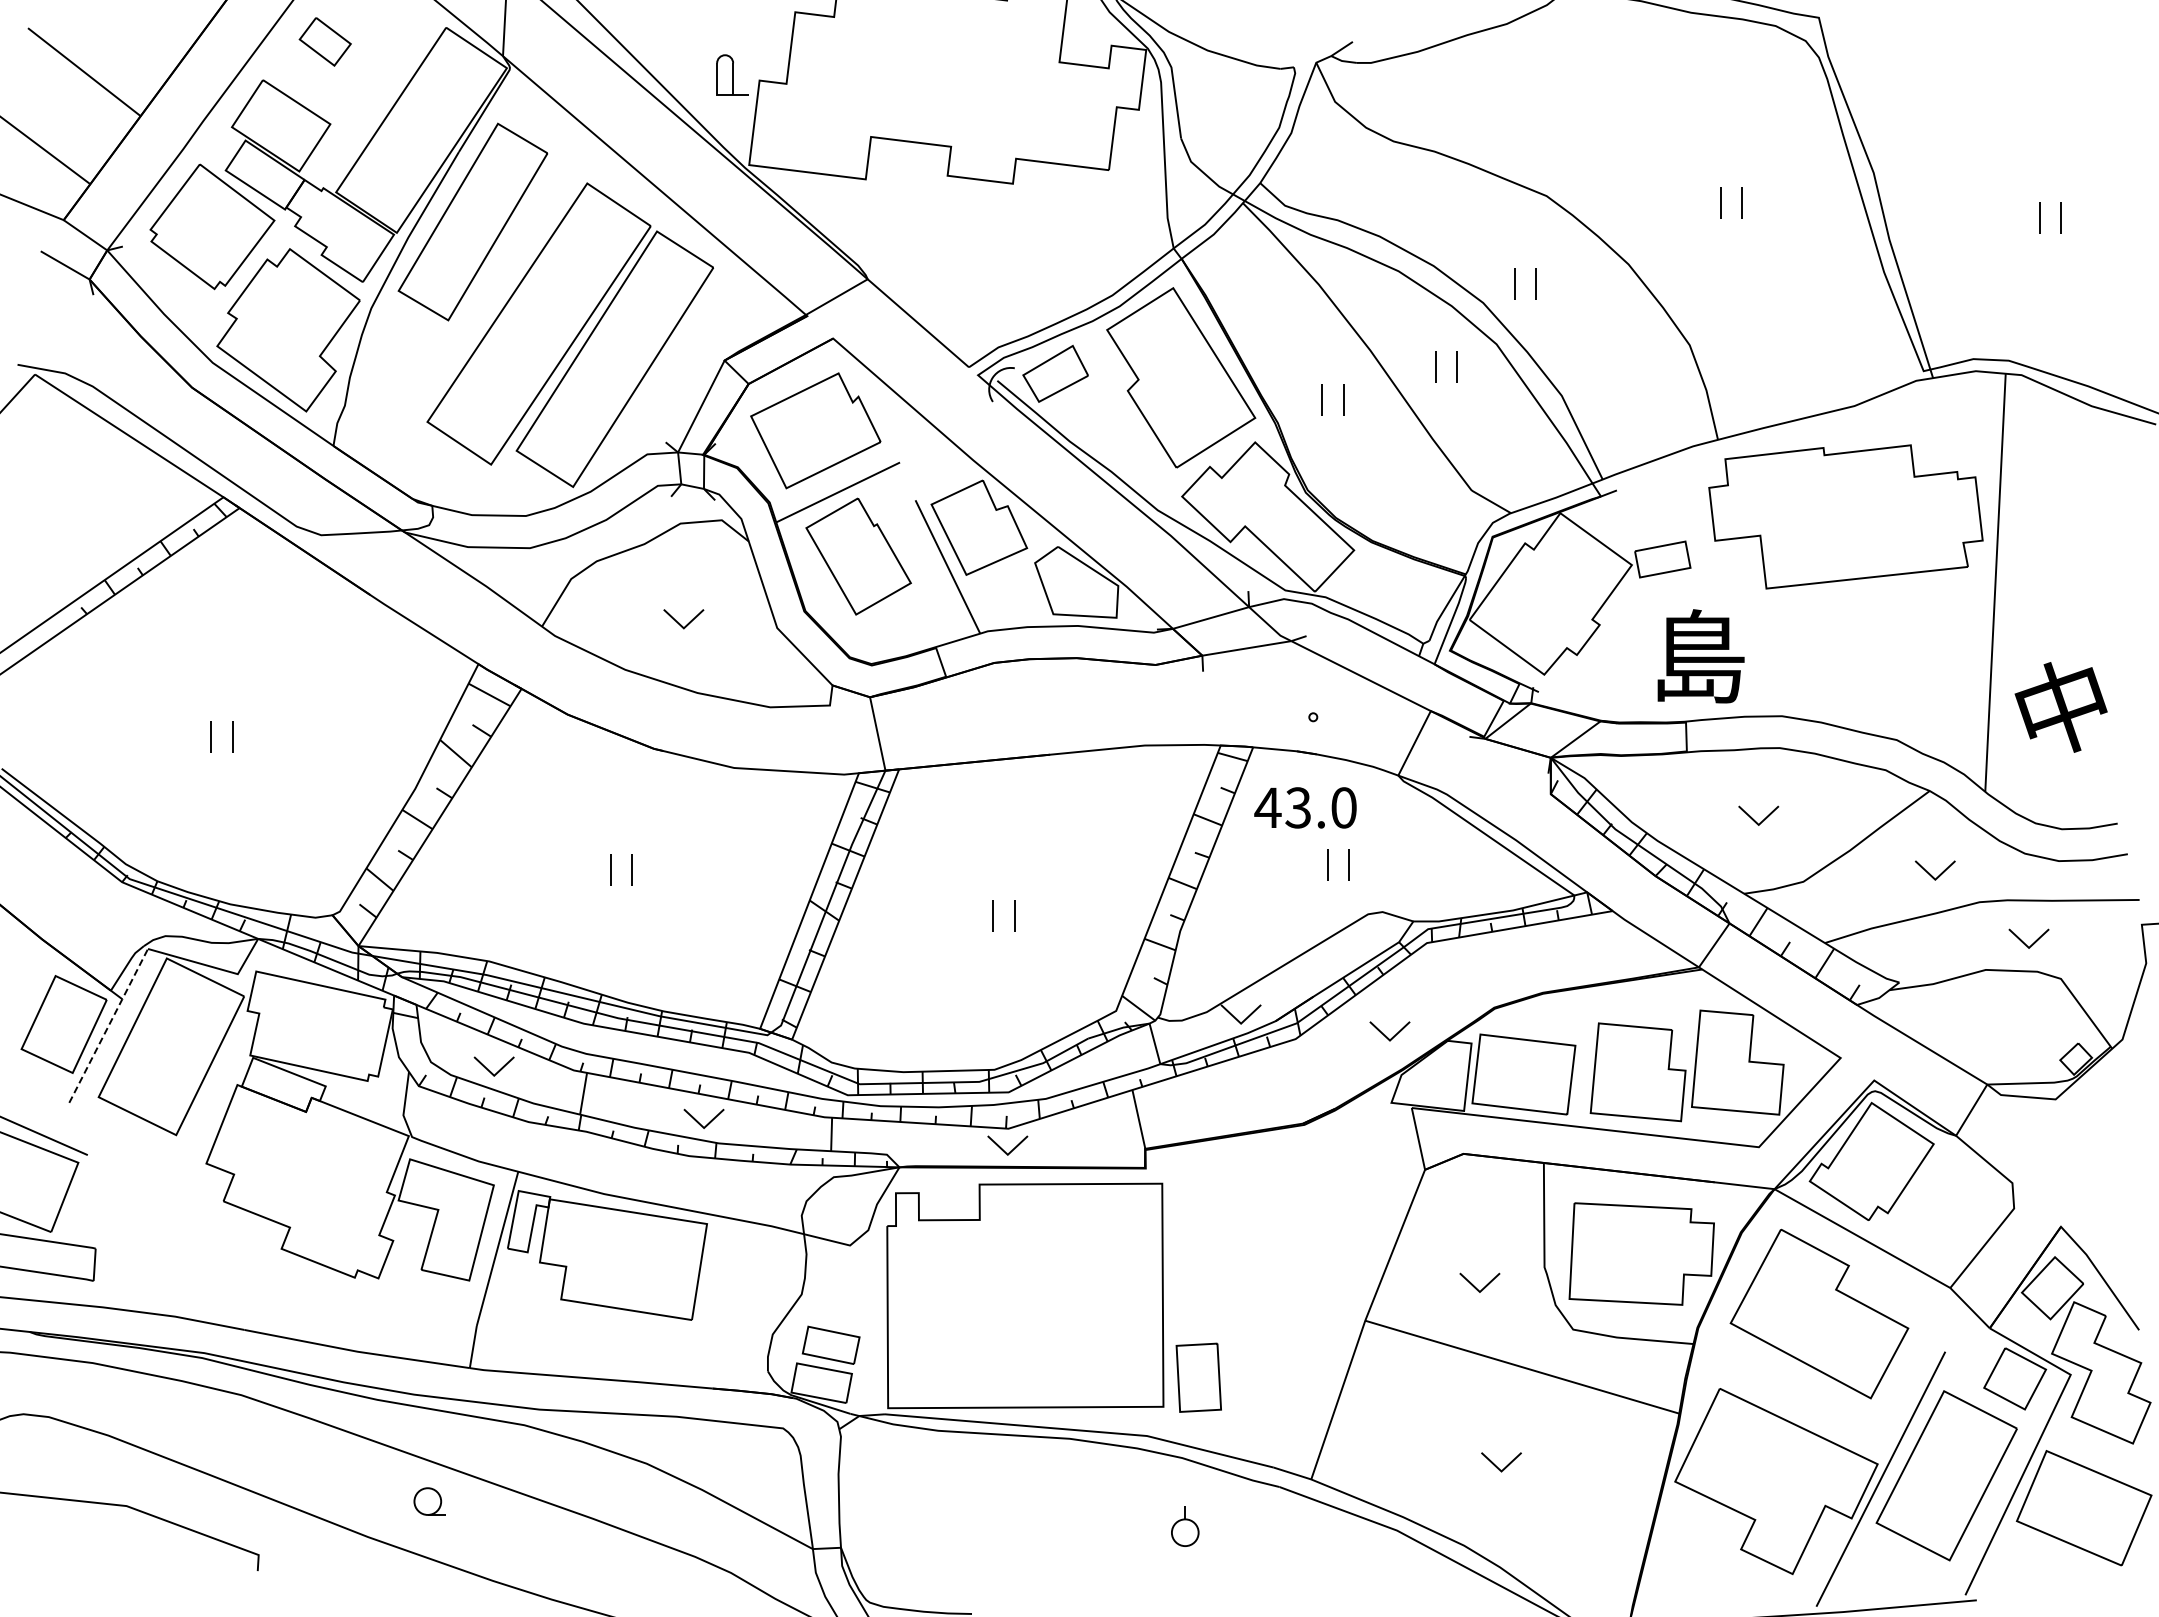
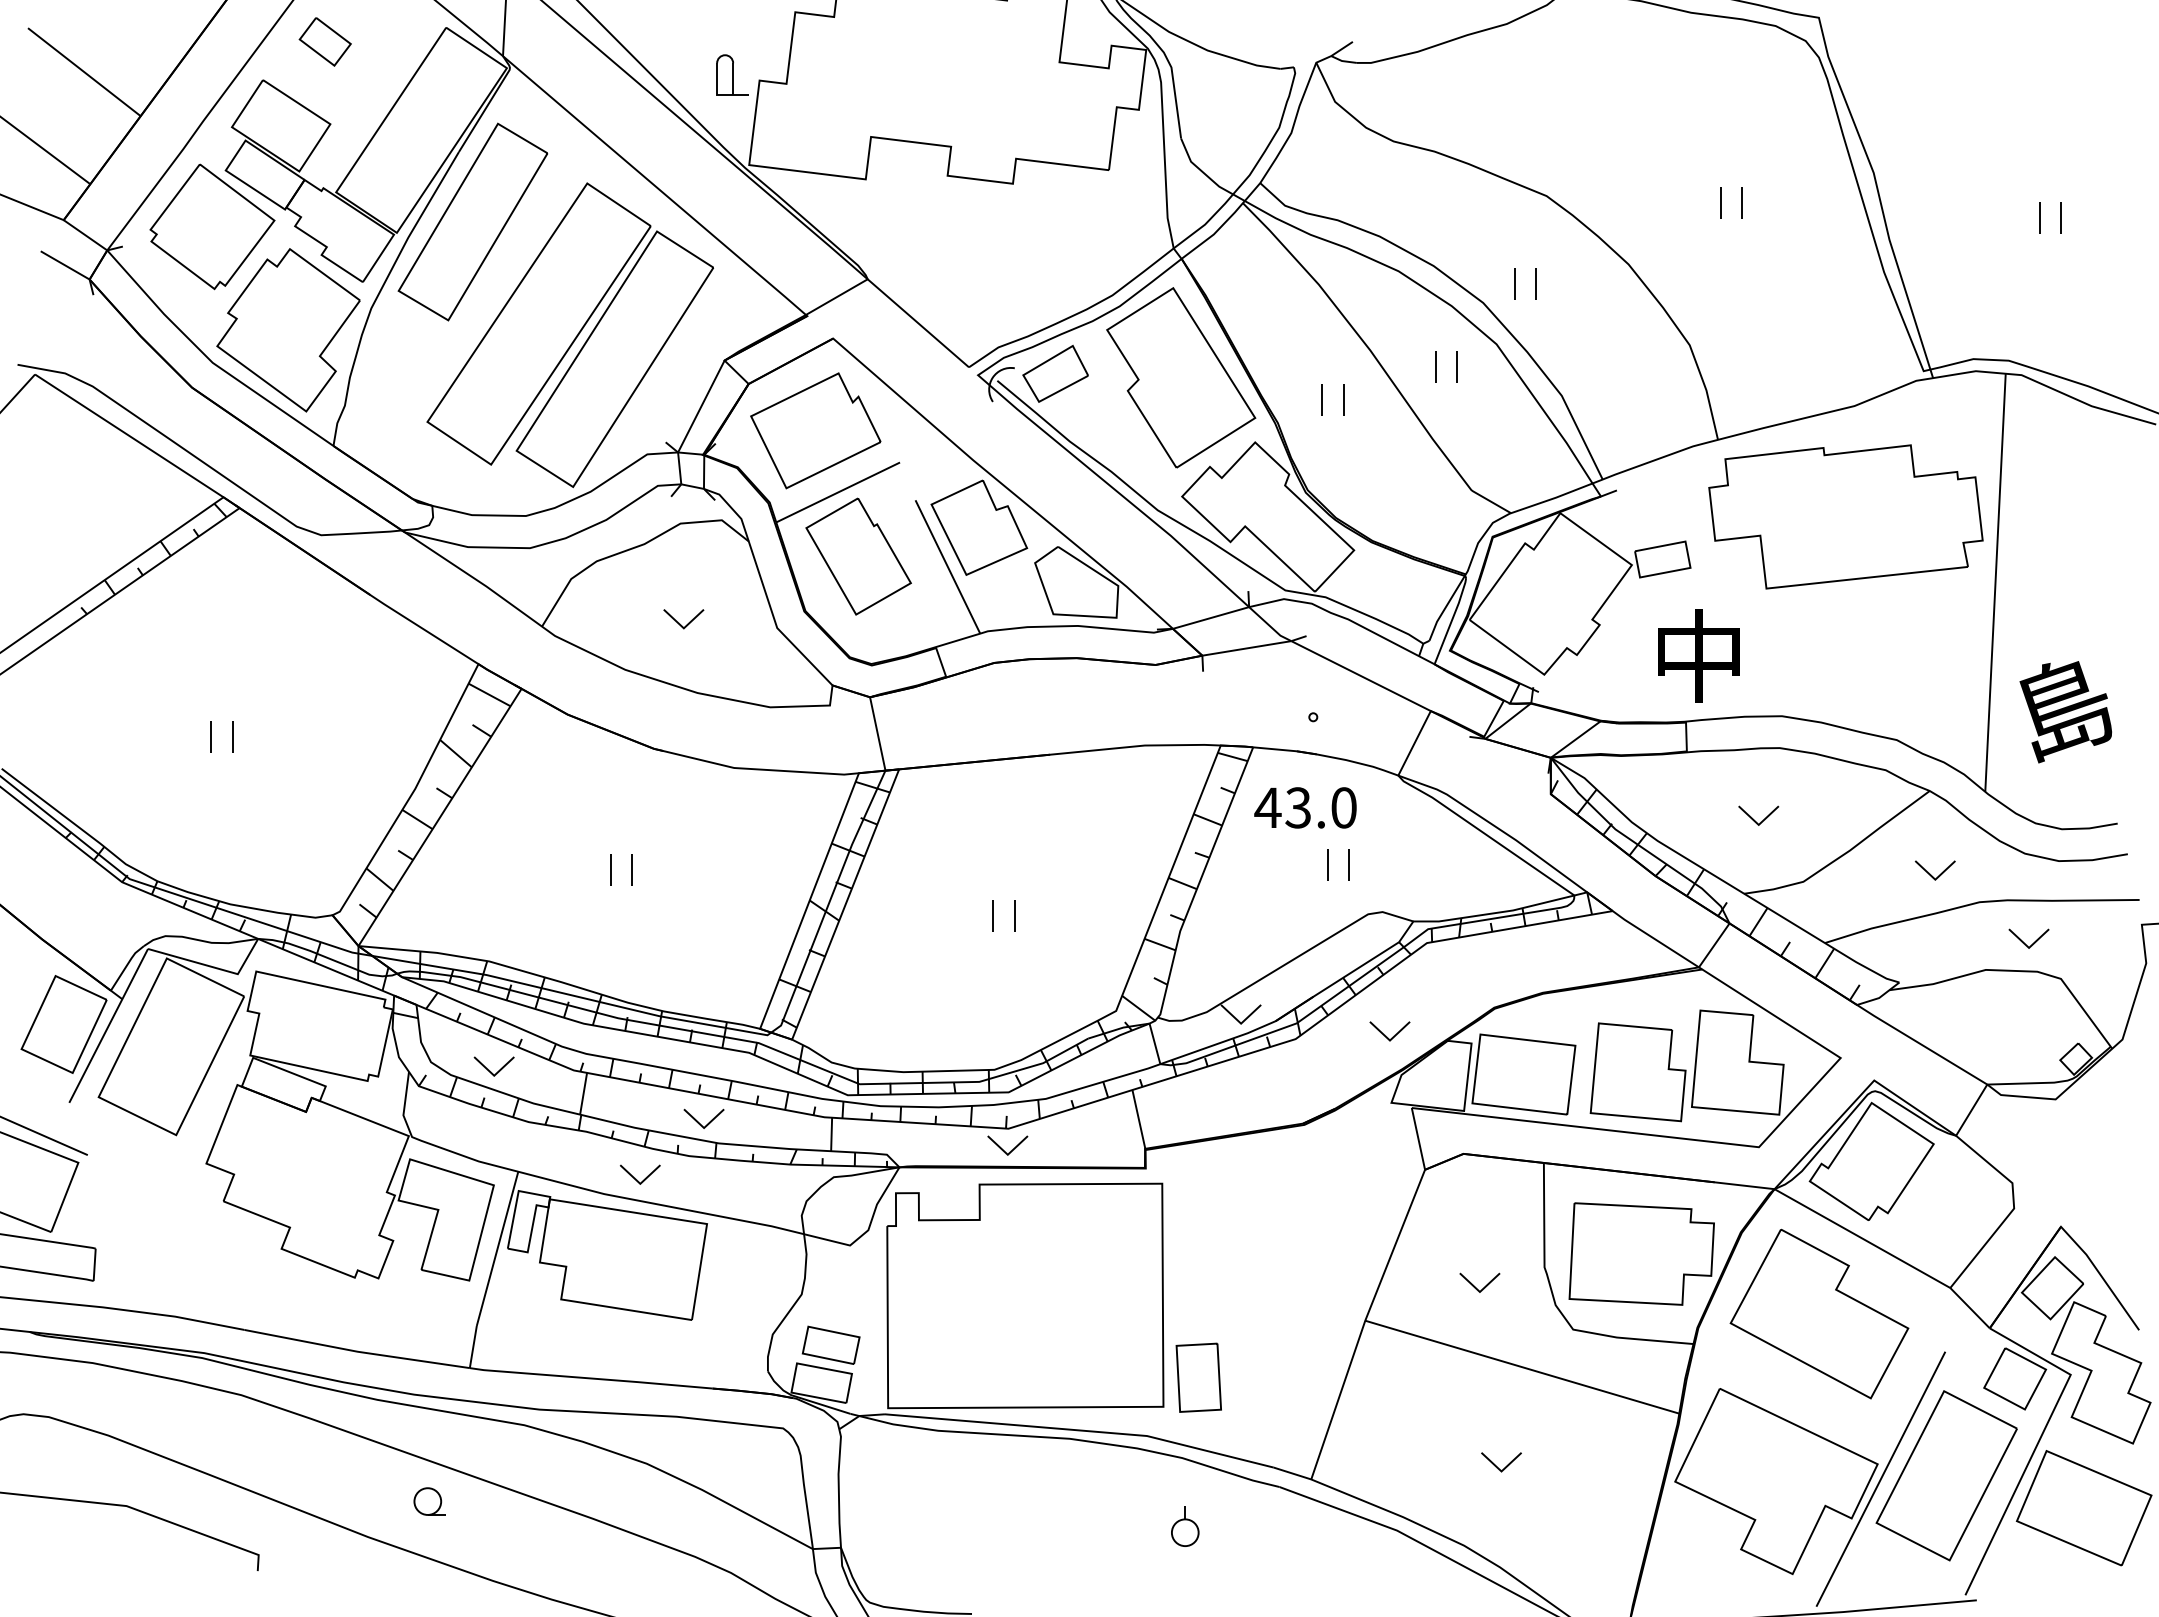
text at (1700, 656): 島 -> 中
text at (2063, 712): 中 -> 島
line at (109, 1024): dashed -> solid
part at (640, 1174): none -> present
